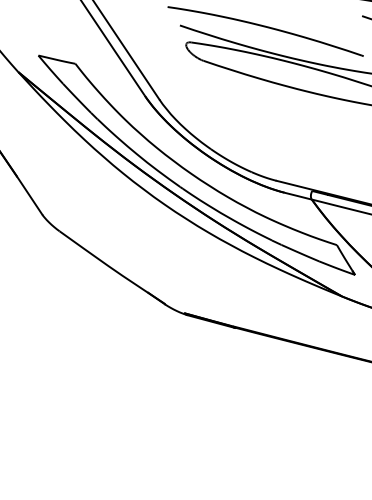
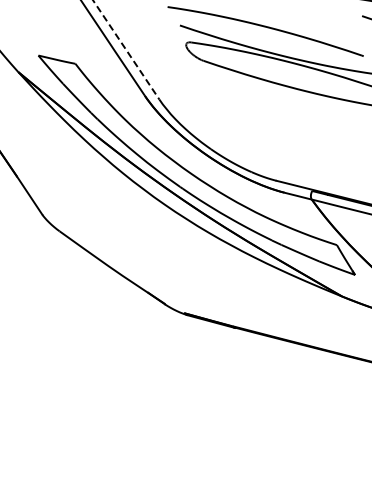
line at (126, 50): solid -> dashed
